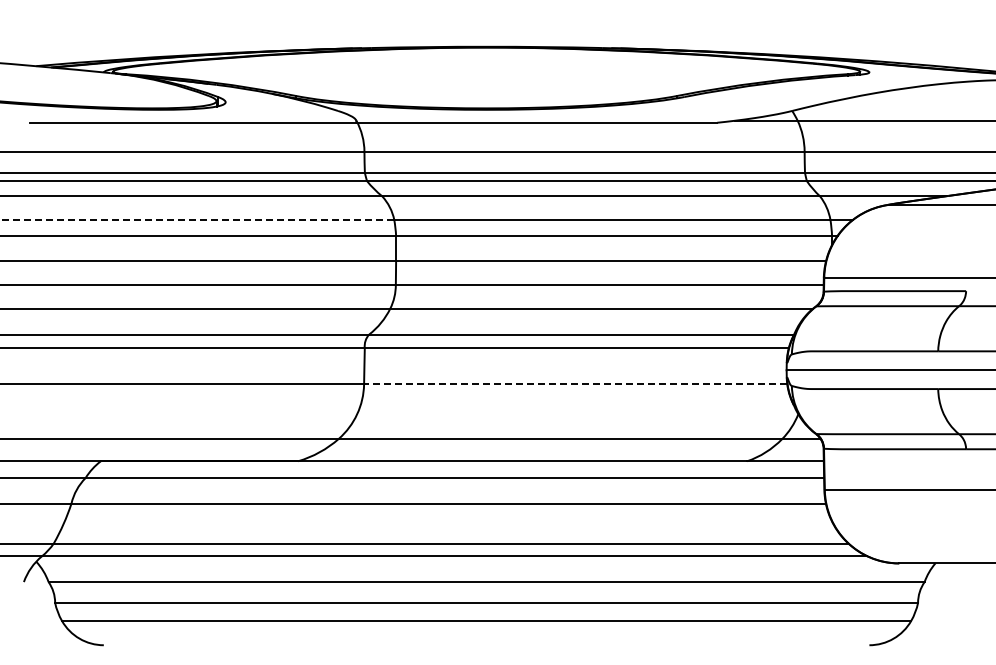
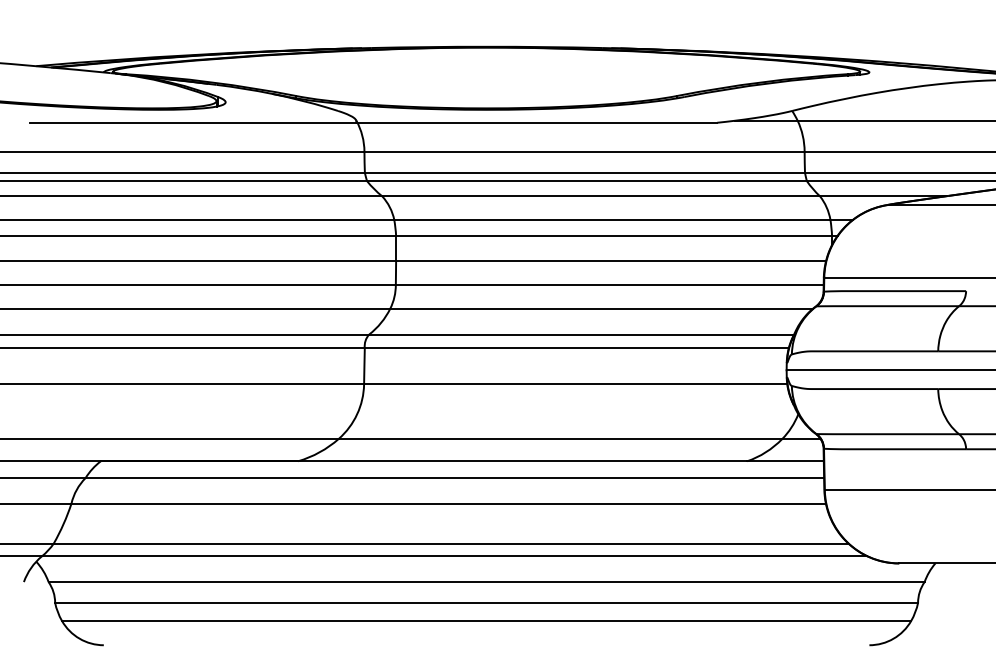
line at (197, 219): dashed -> solid
line at (575, 384): dashed -> solid
